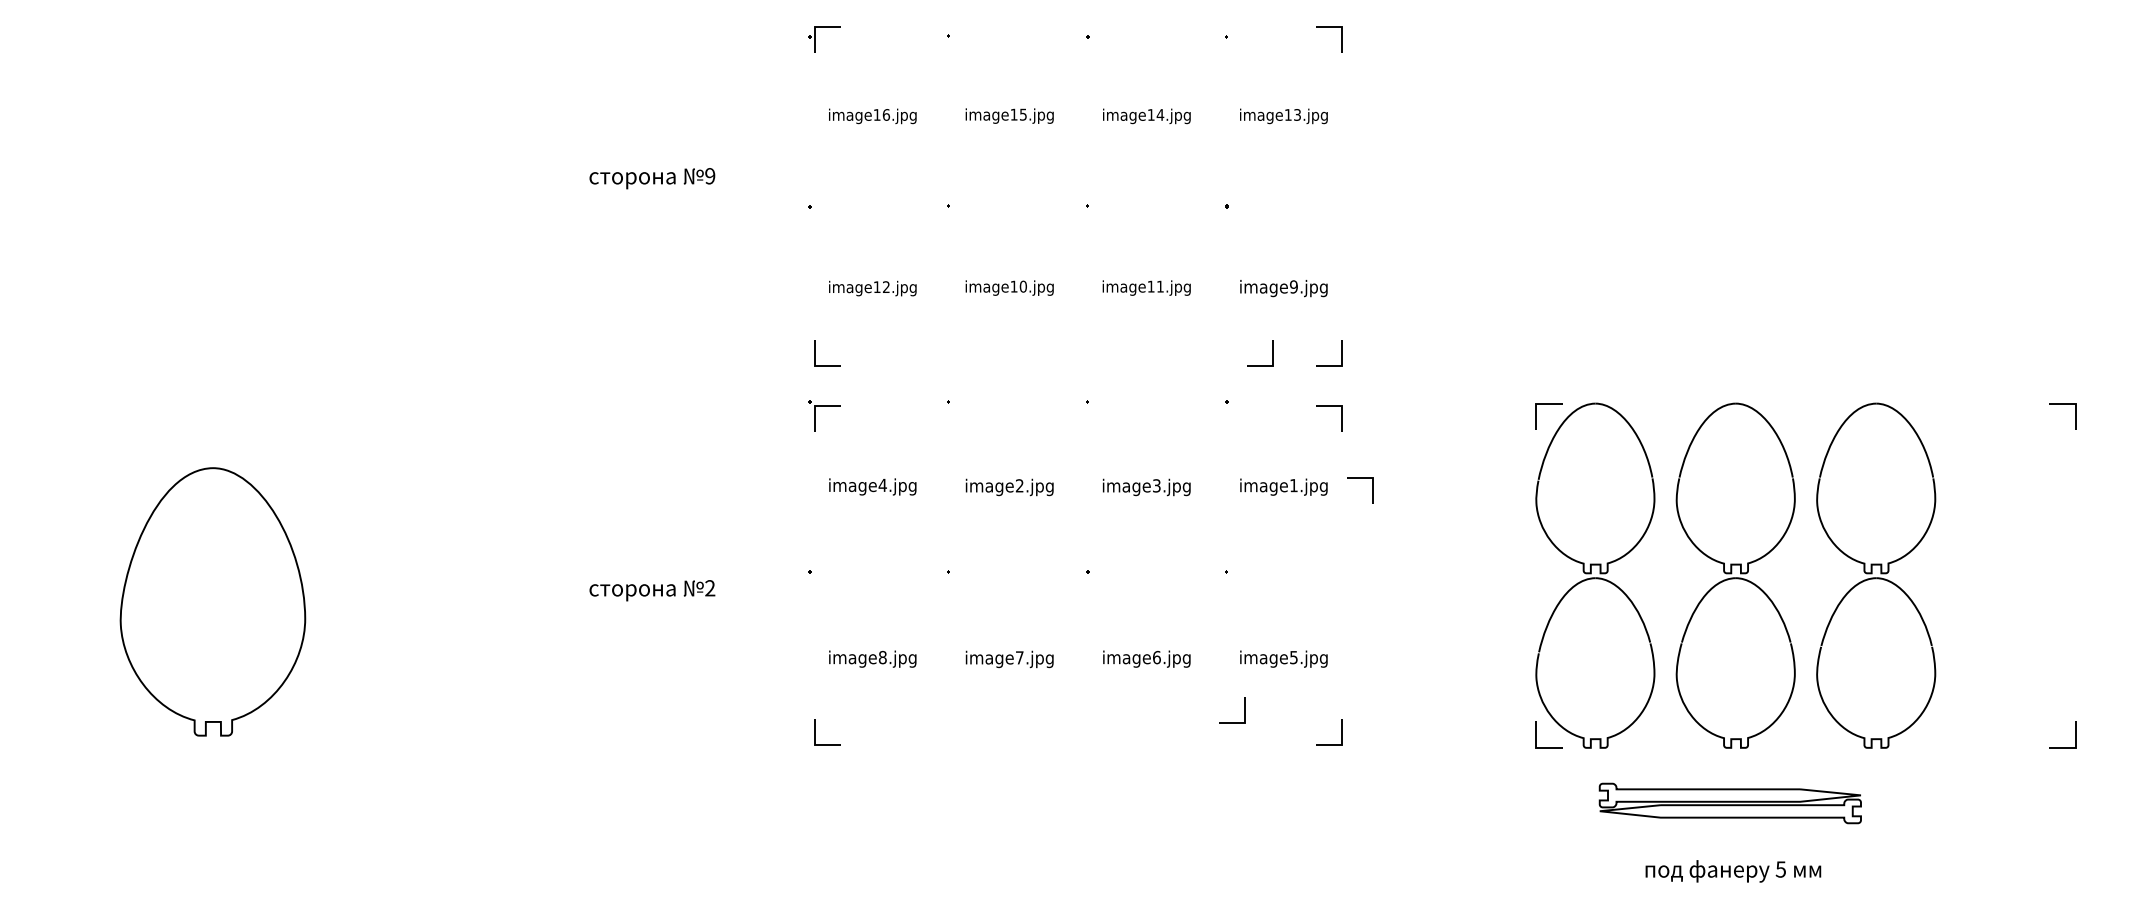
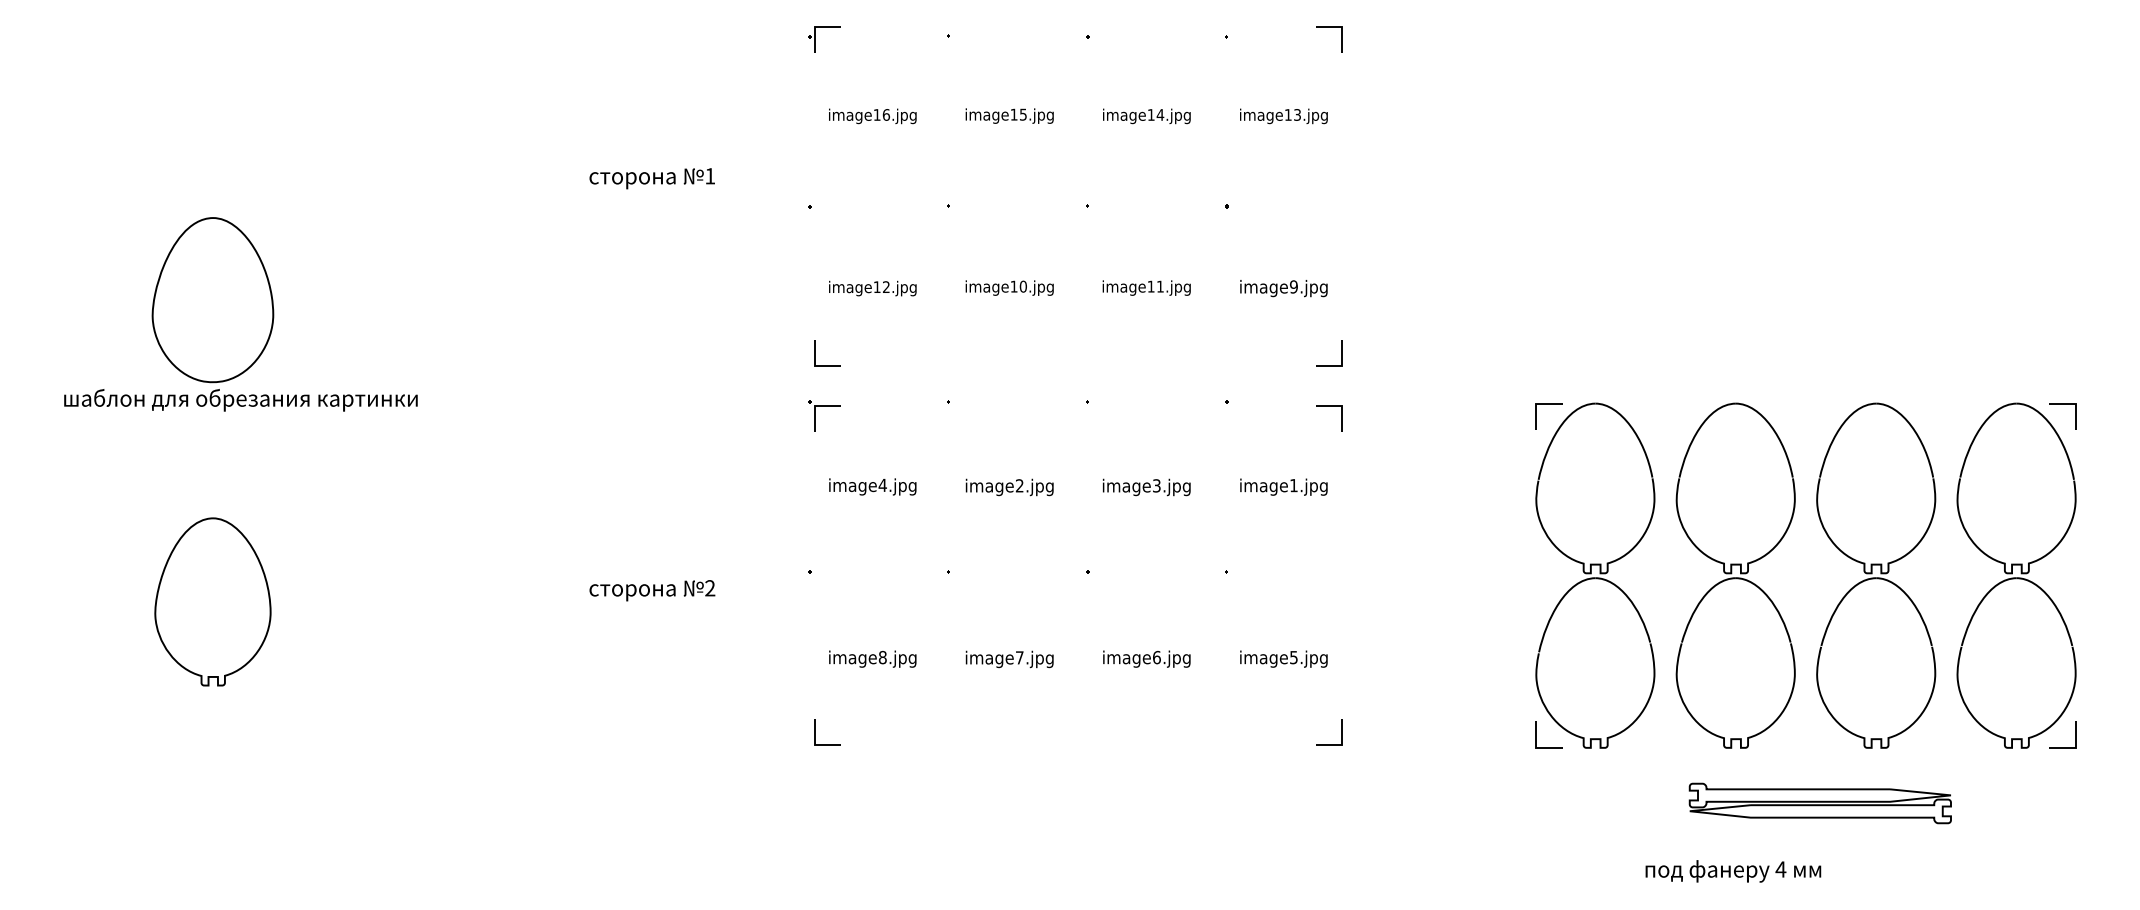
text at (710, 176): 9 -> 1
part at (240, 314): none -> present
curve at (1272, 353): present -> none
curve at (1360, 478): present -> none
part at (2016, 575): none -> present
part at (212, 601) size: 188x270 px -> 118x170 px
curve at (1244, 710): present -> none
part at (1729, 803) position: (1729, 803) -> (1819, 803)
text at (1780, 869): 5 -> 4
